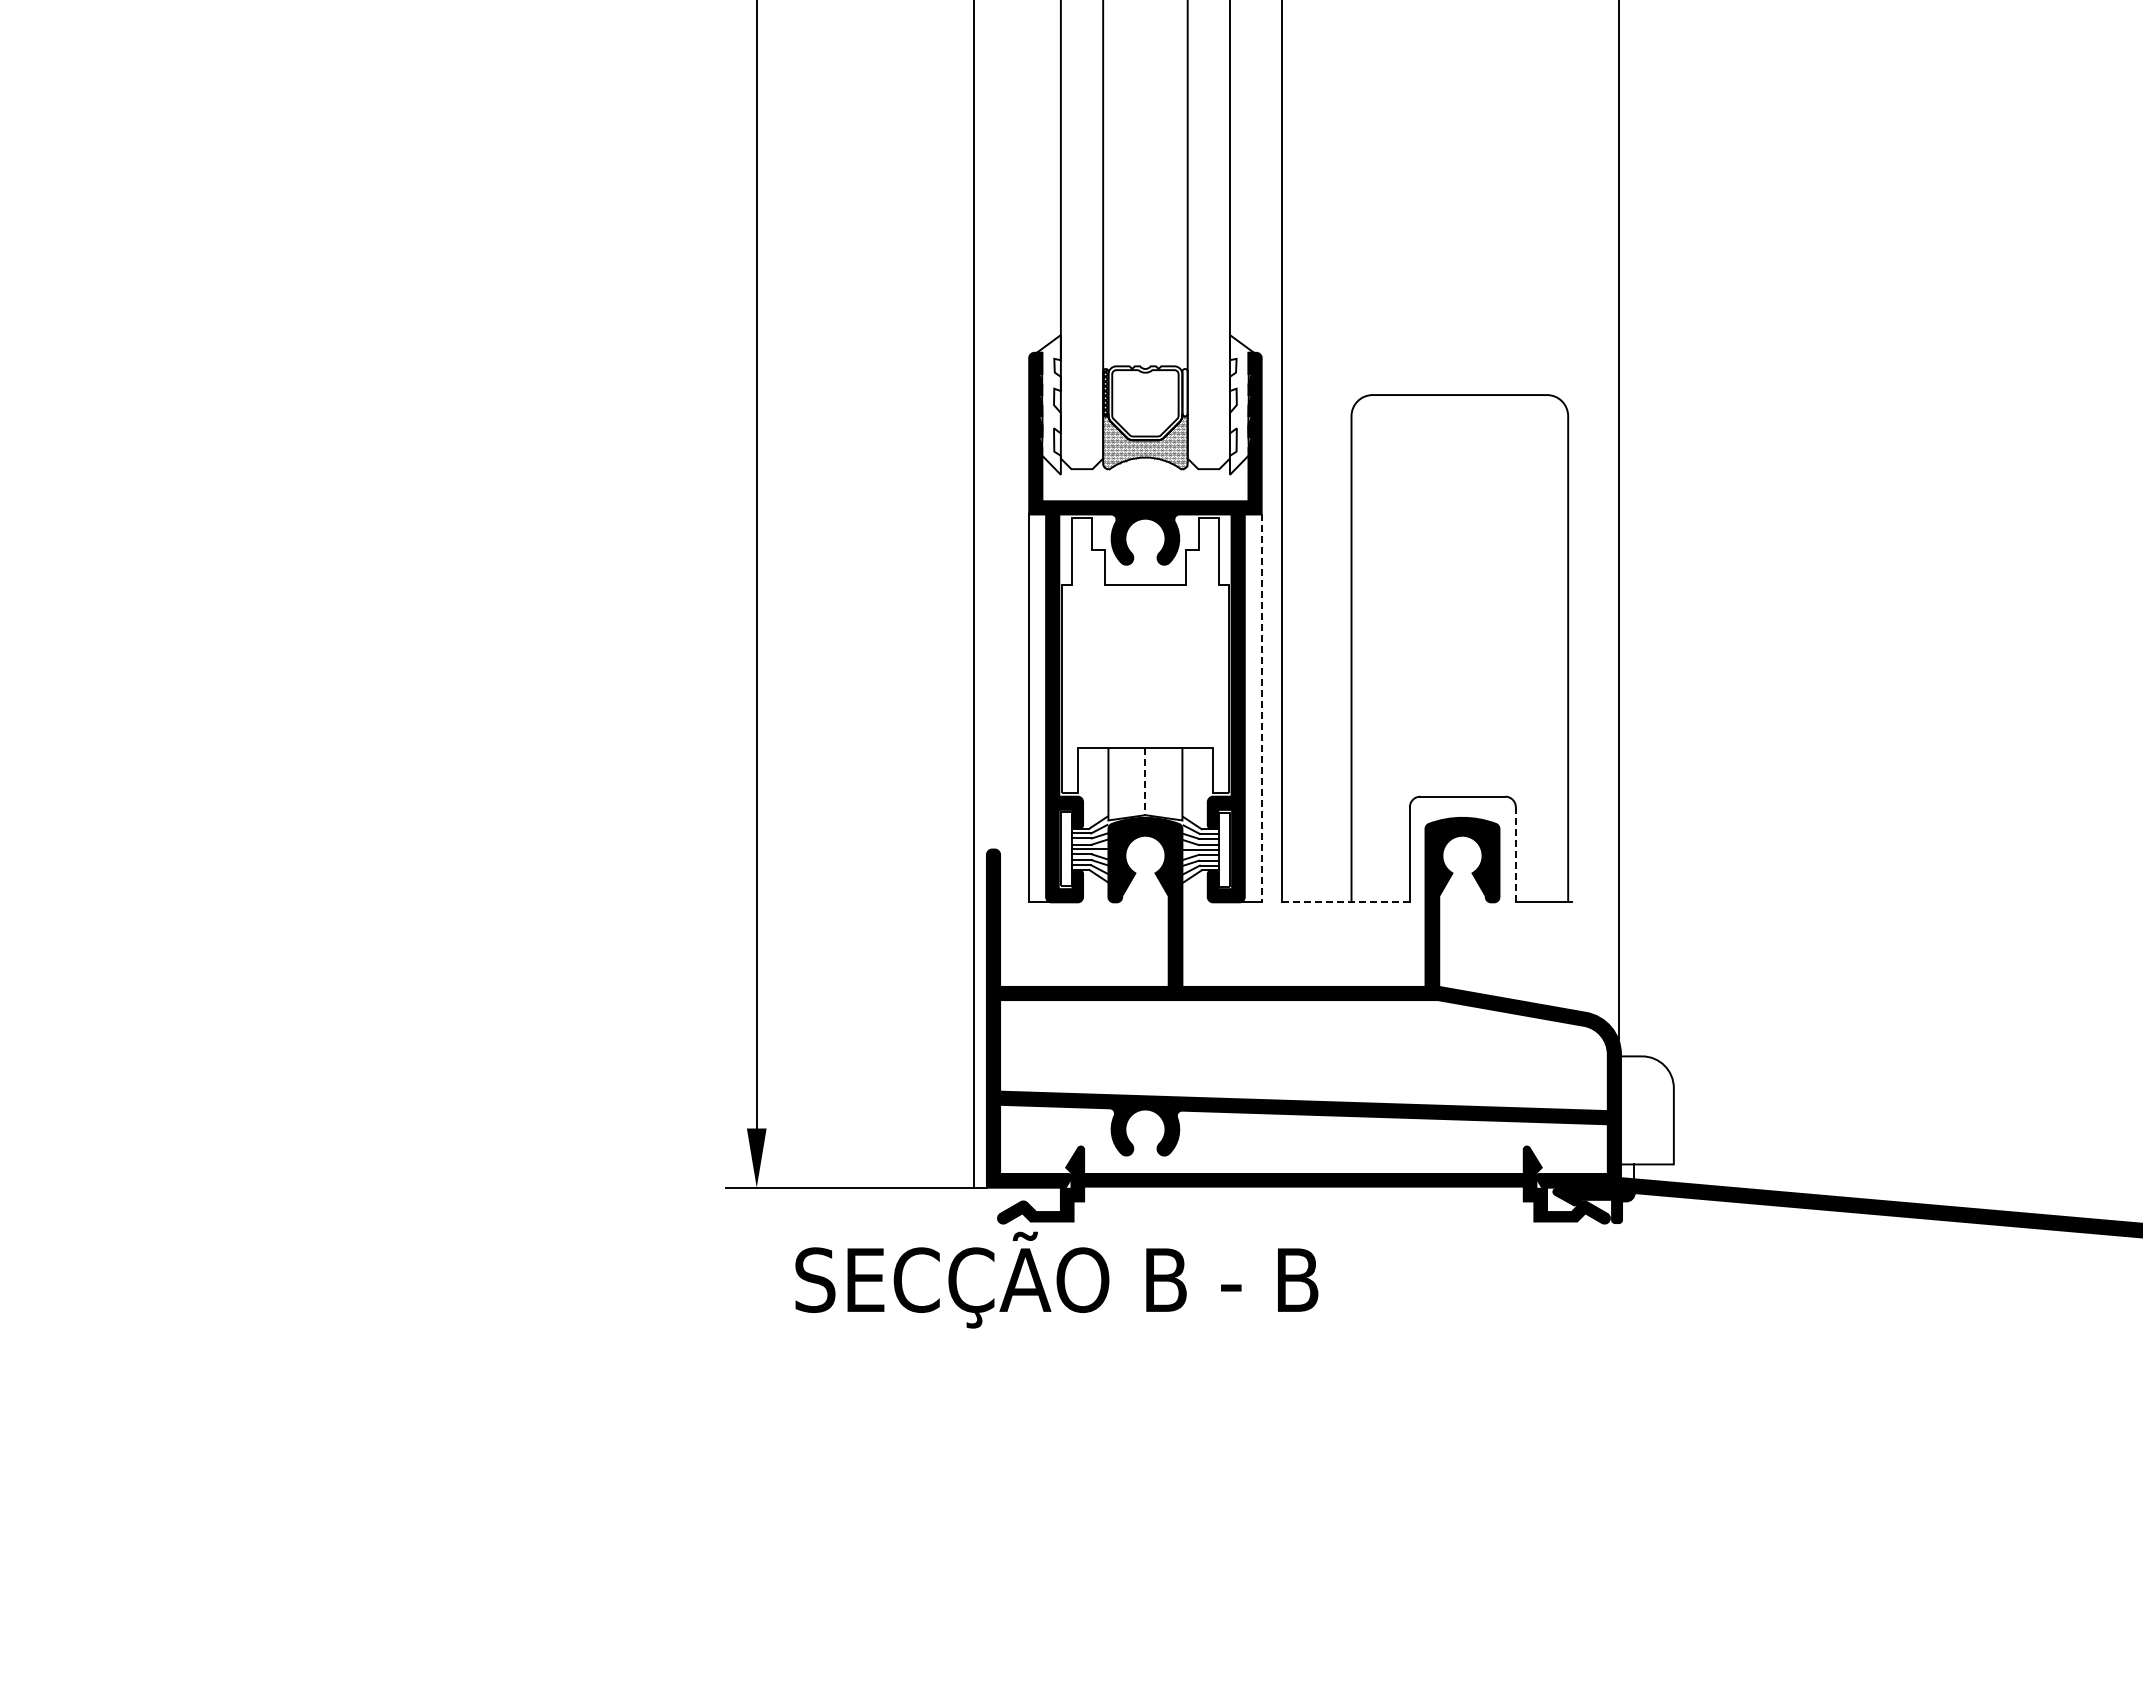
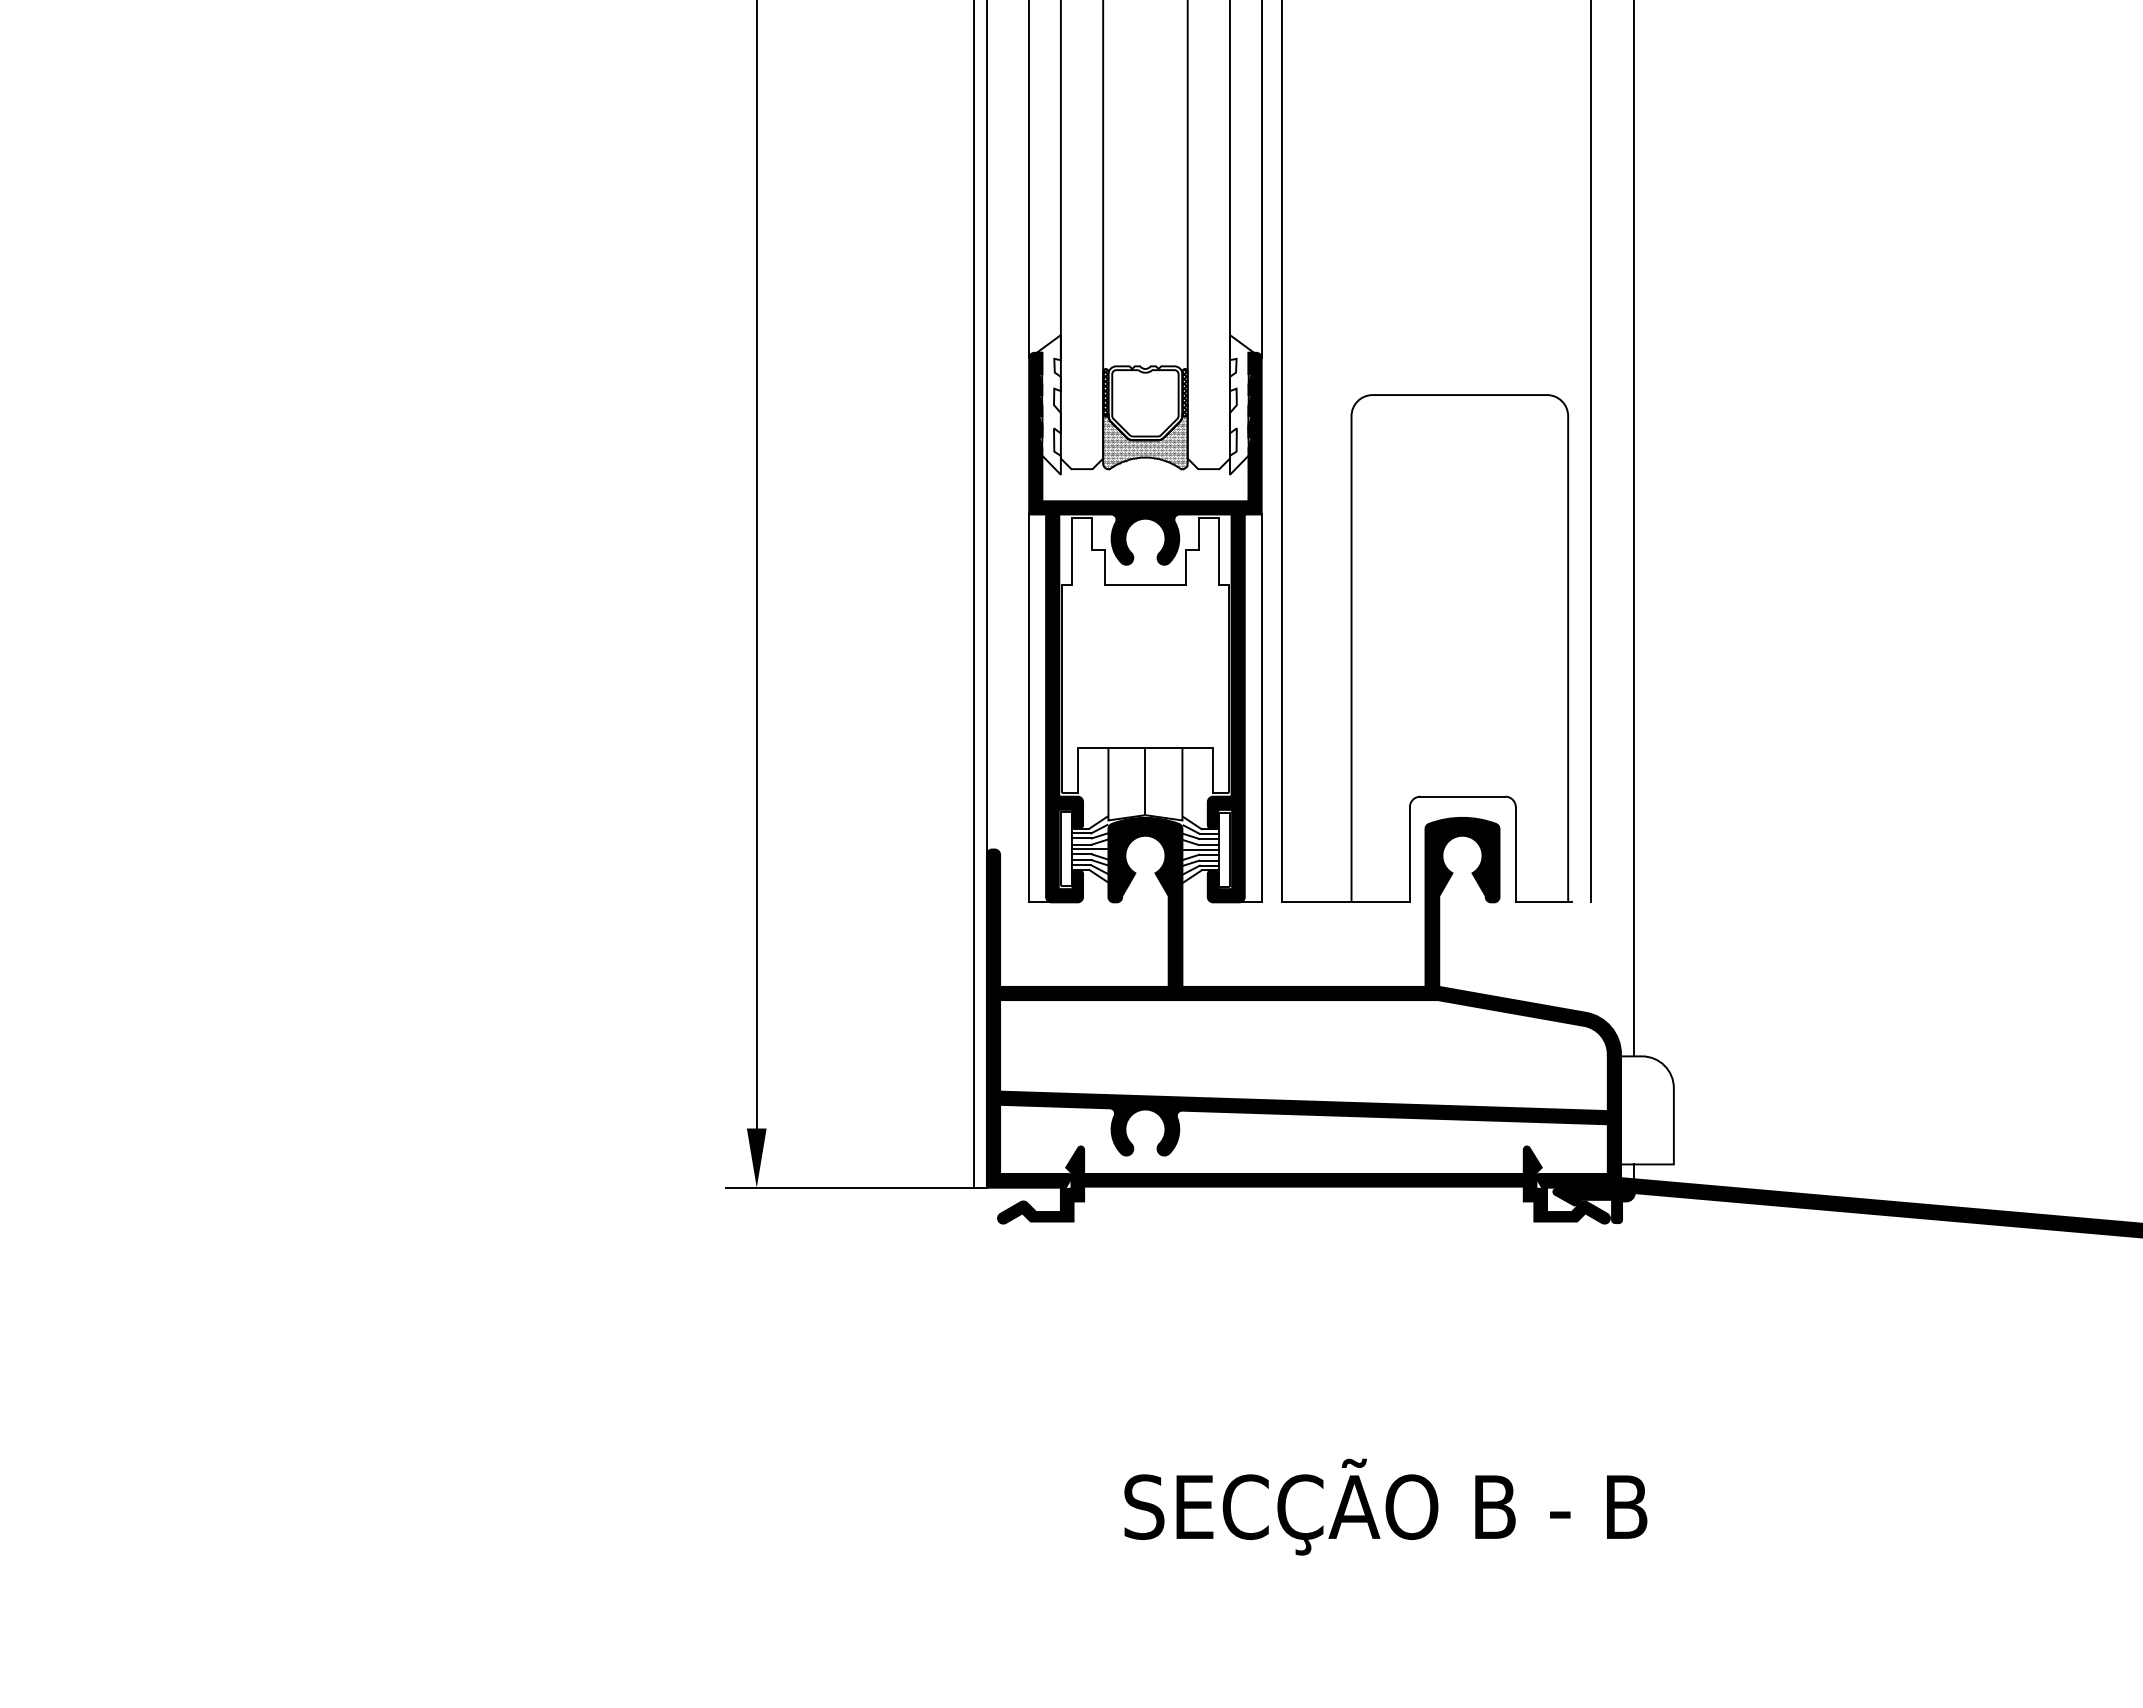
line at (1029, 180): none -> present
line at (1261, 180): none -> present
hatch at (1184, 392): none -> present
line at (986, 428): none -> present
line at (1591, 452): none -> present
line at (1618, 529) position: (1618, 529) -> (1633, 529)
line at (1261, 708): dashed -> solid
line at (1145, 781): dashed -> solid
line at (1515, 854): dashed -> solid
line at (1345, 902): dashed -> solid
text at (1056, 1279) position: (1056, 1279) -> (1385, 1506)
